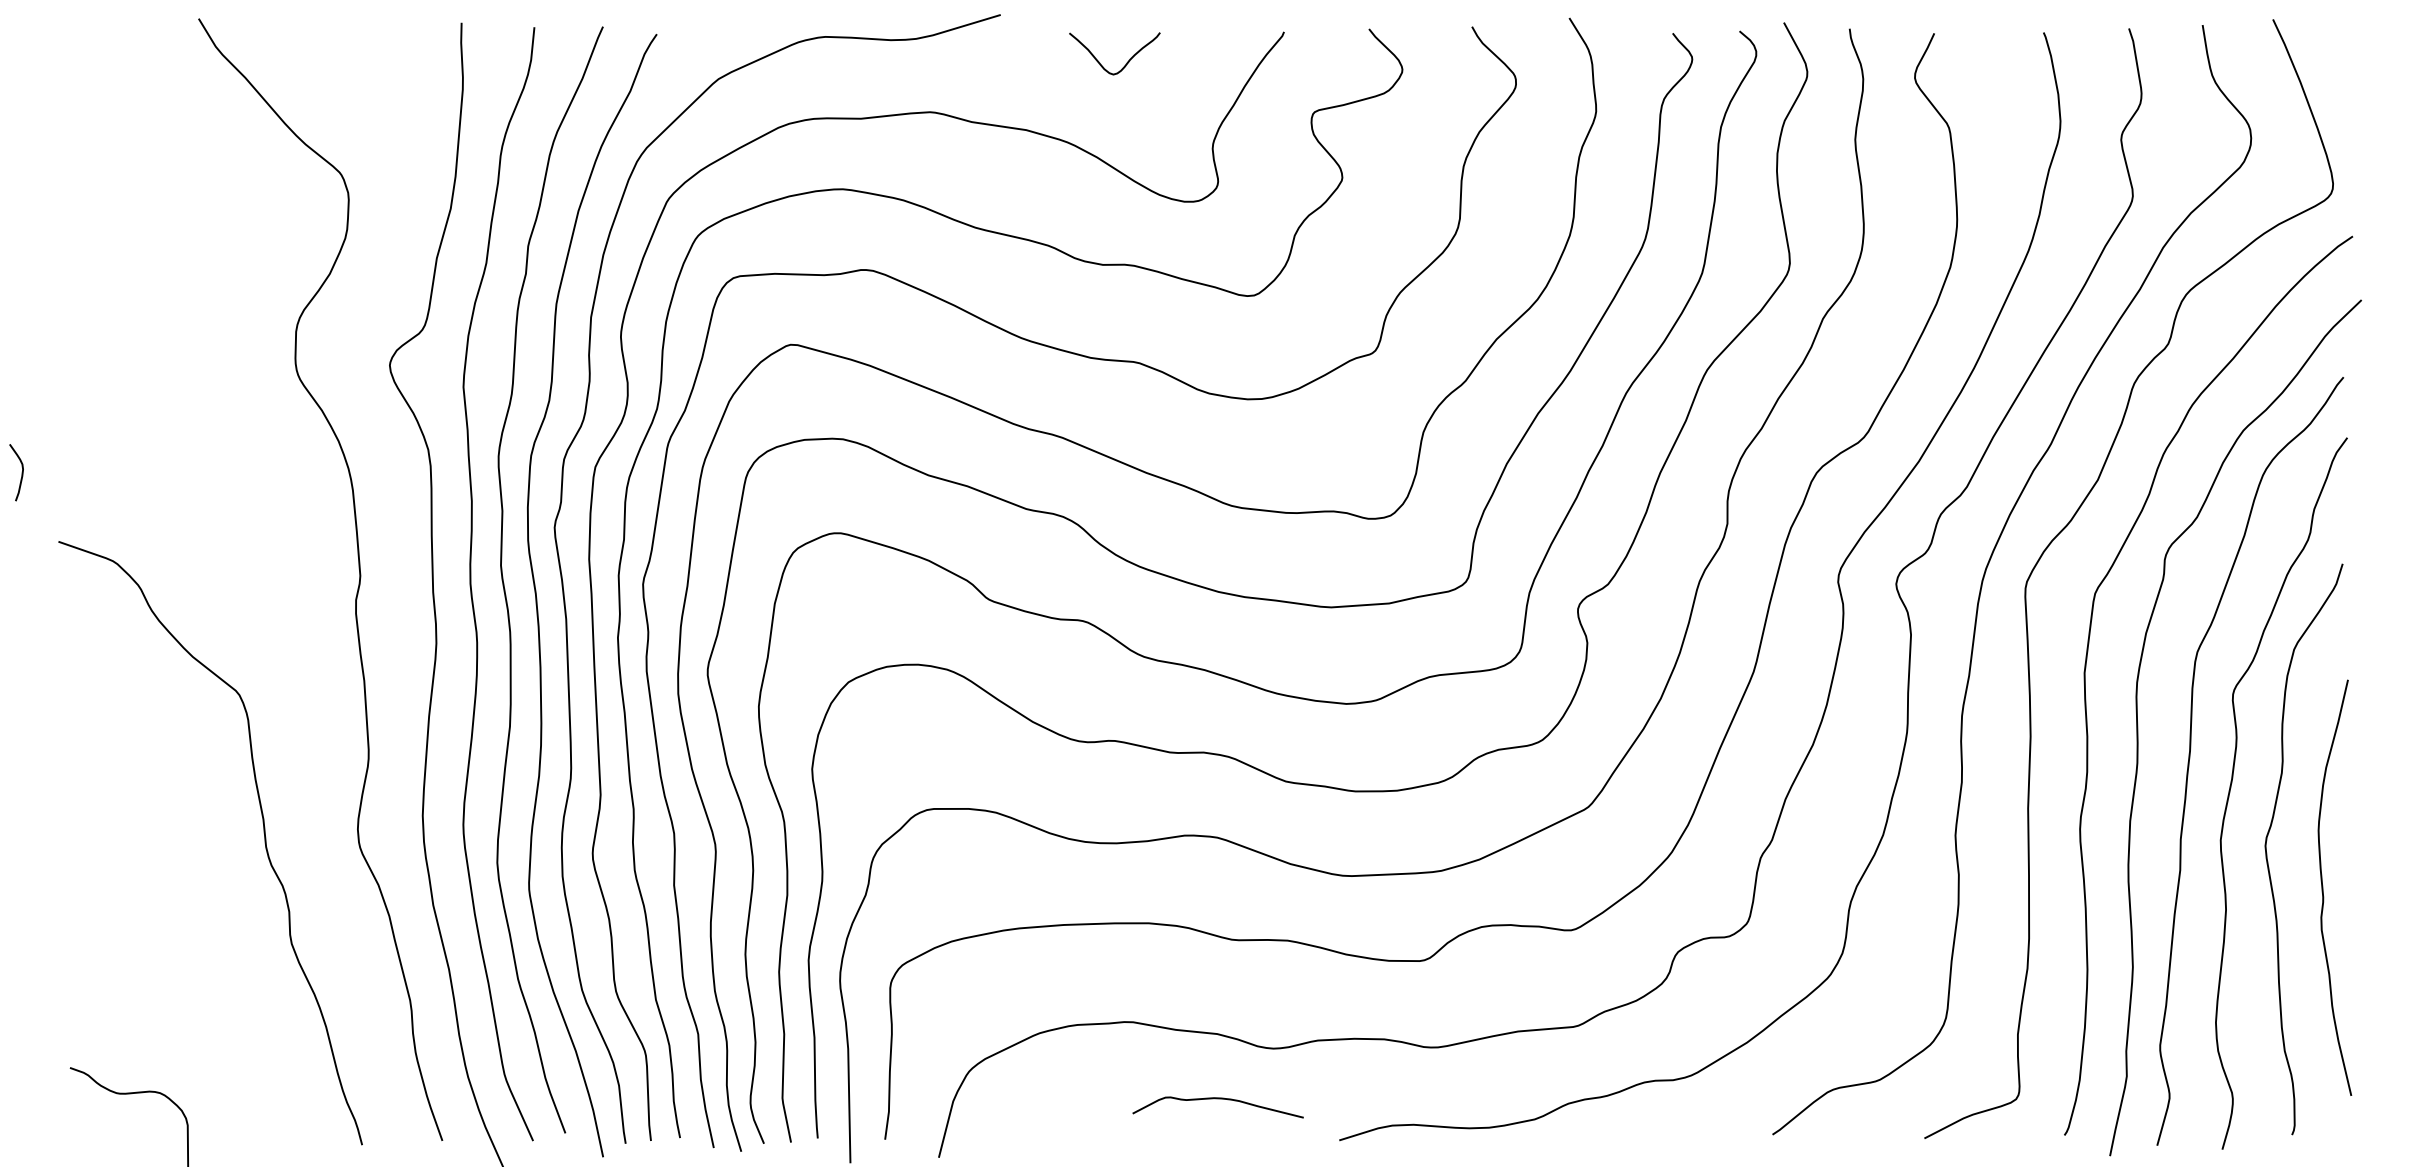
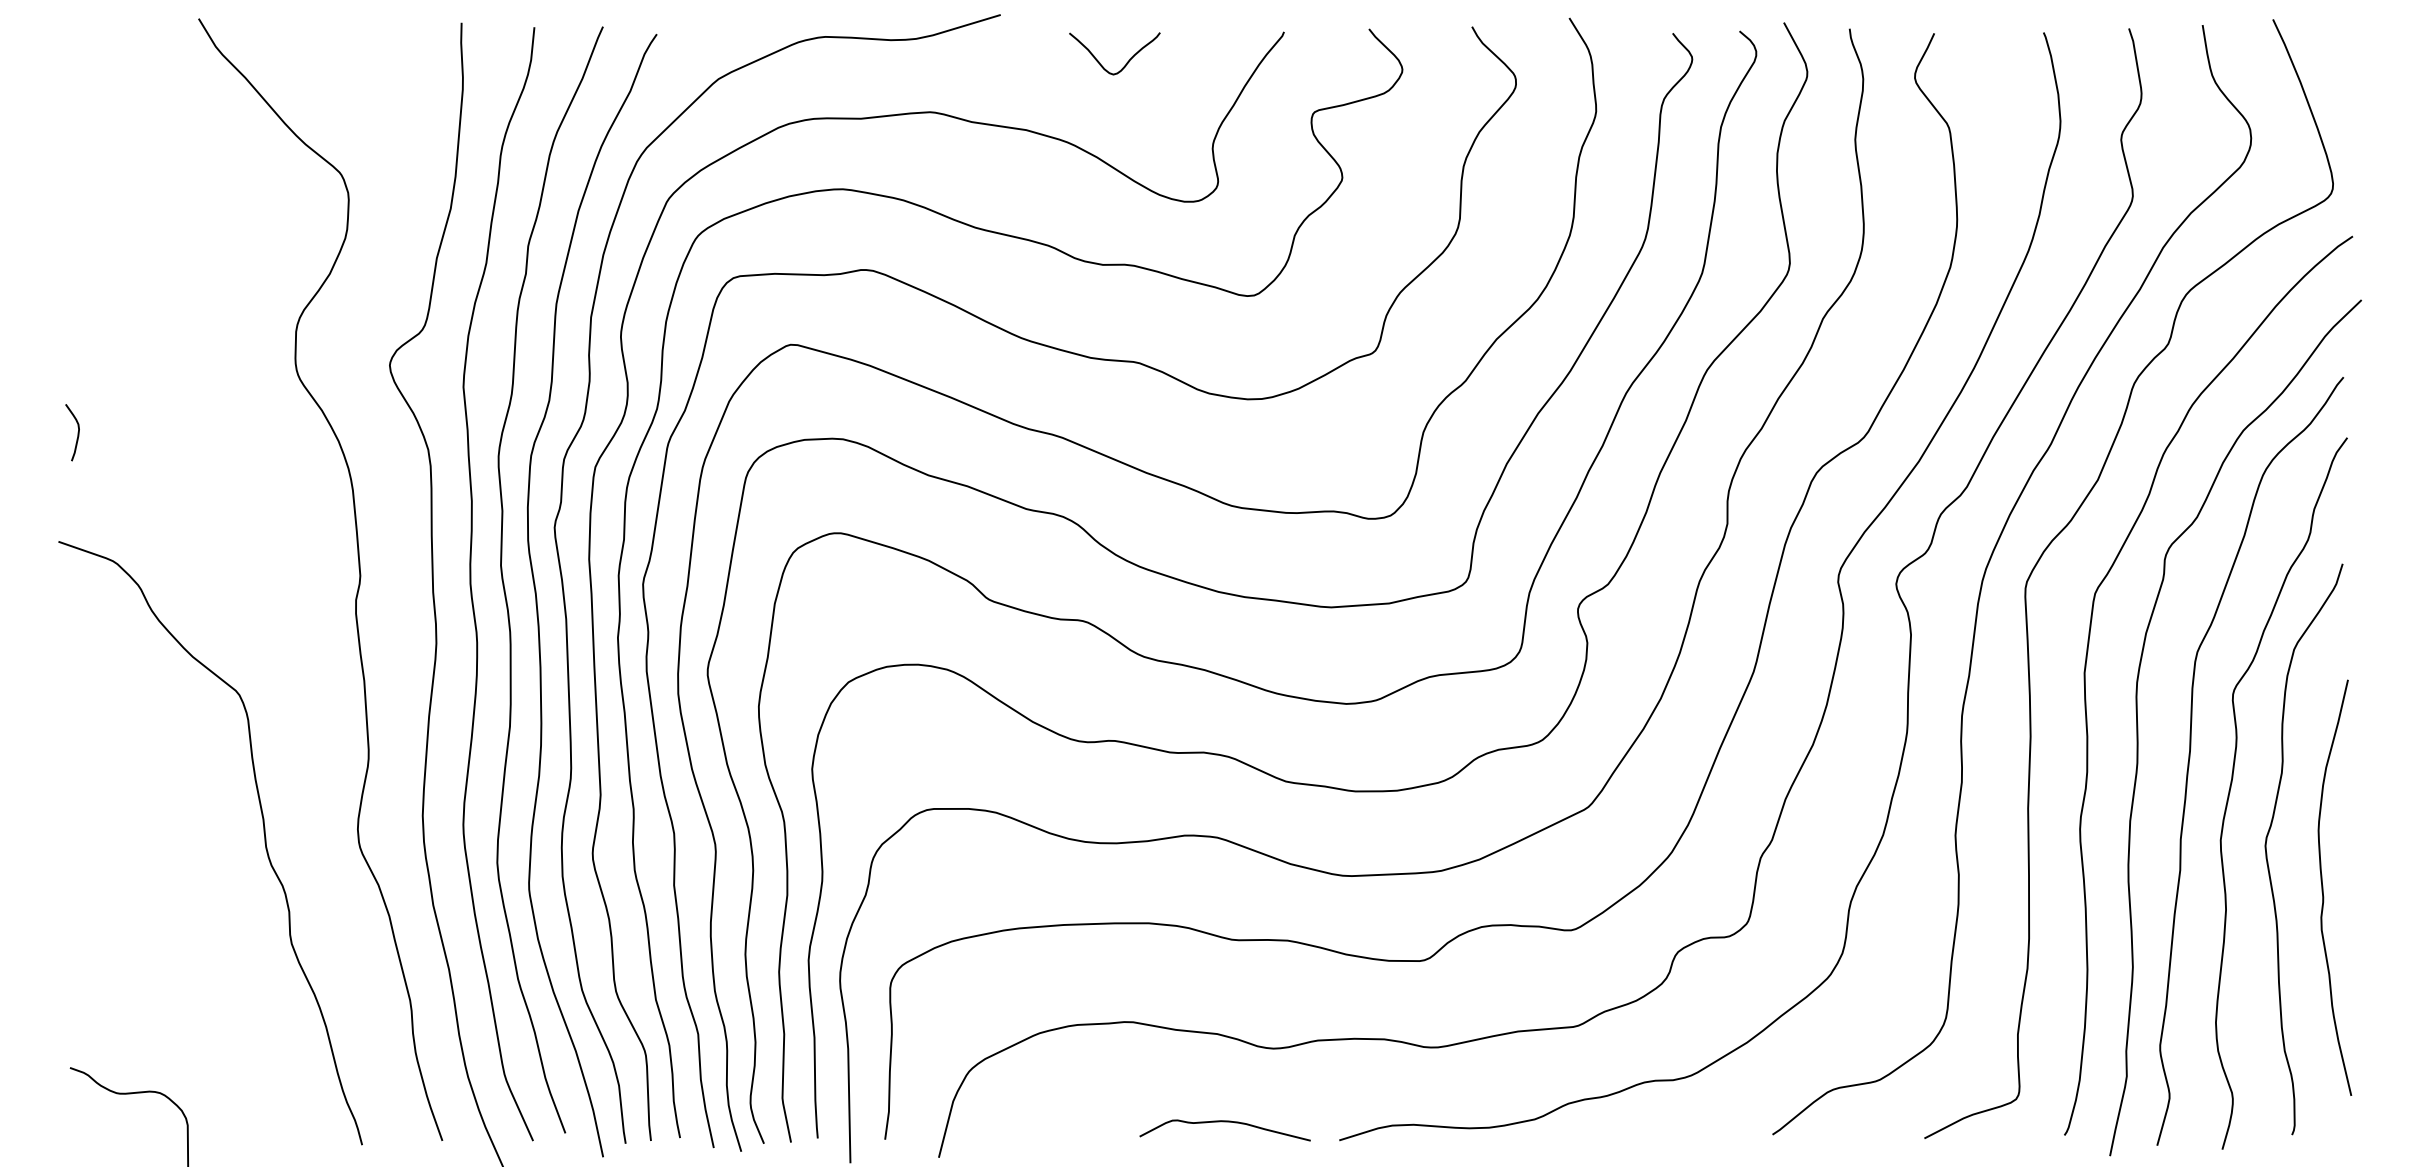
curve at (21, 472) position: (21, 472) -> (77, 432)
curve at (1217, 1099) position: (1217, 1099) -> (1224, 1122)
